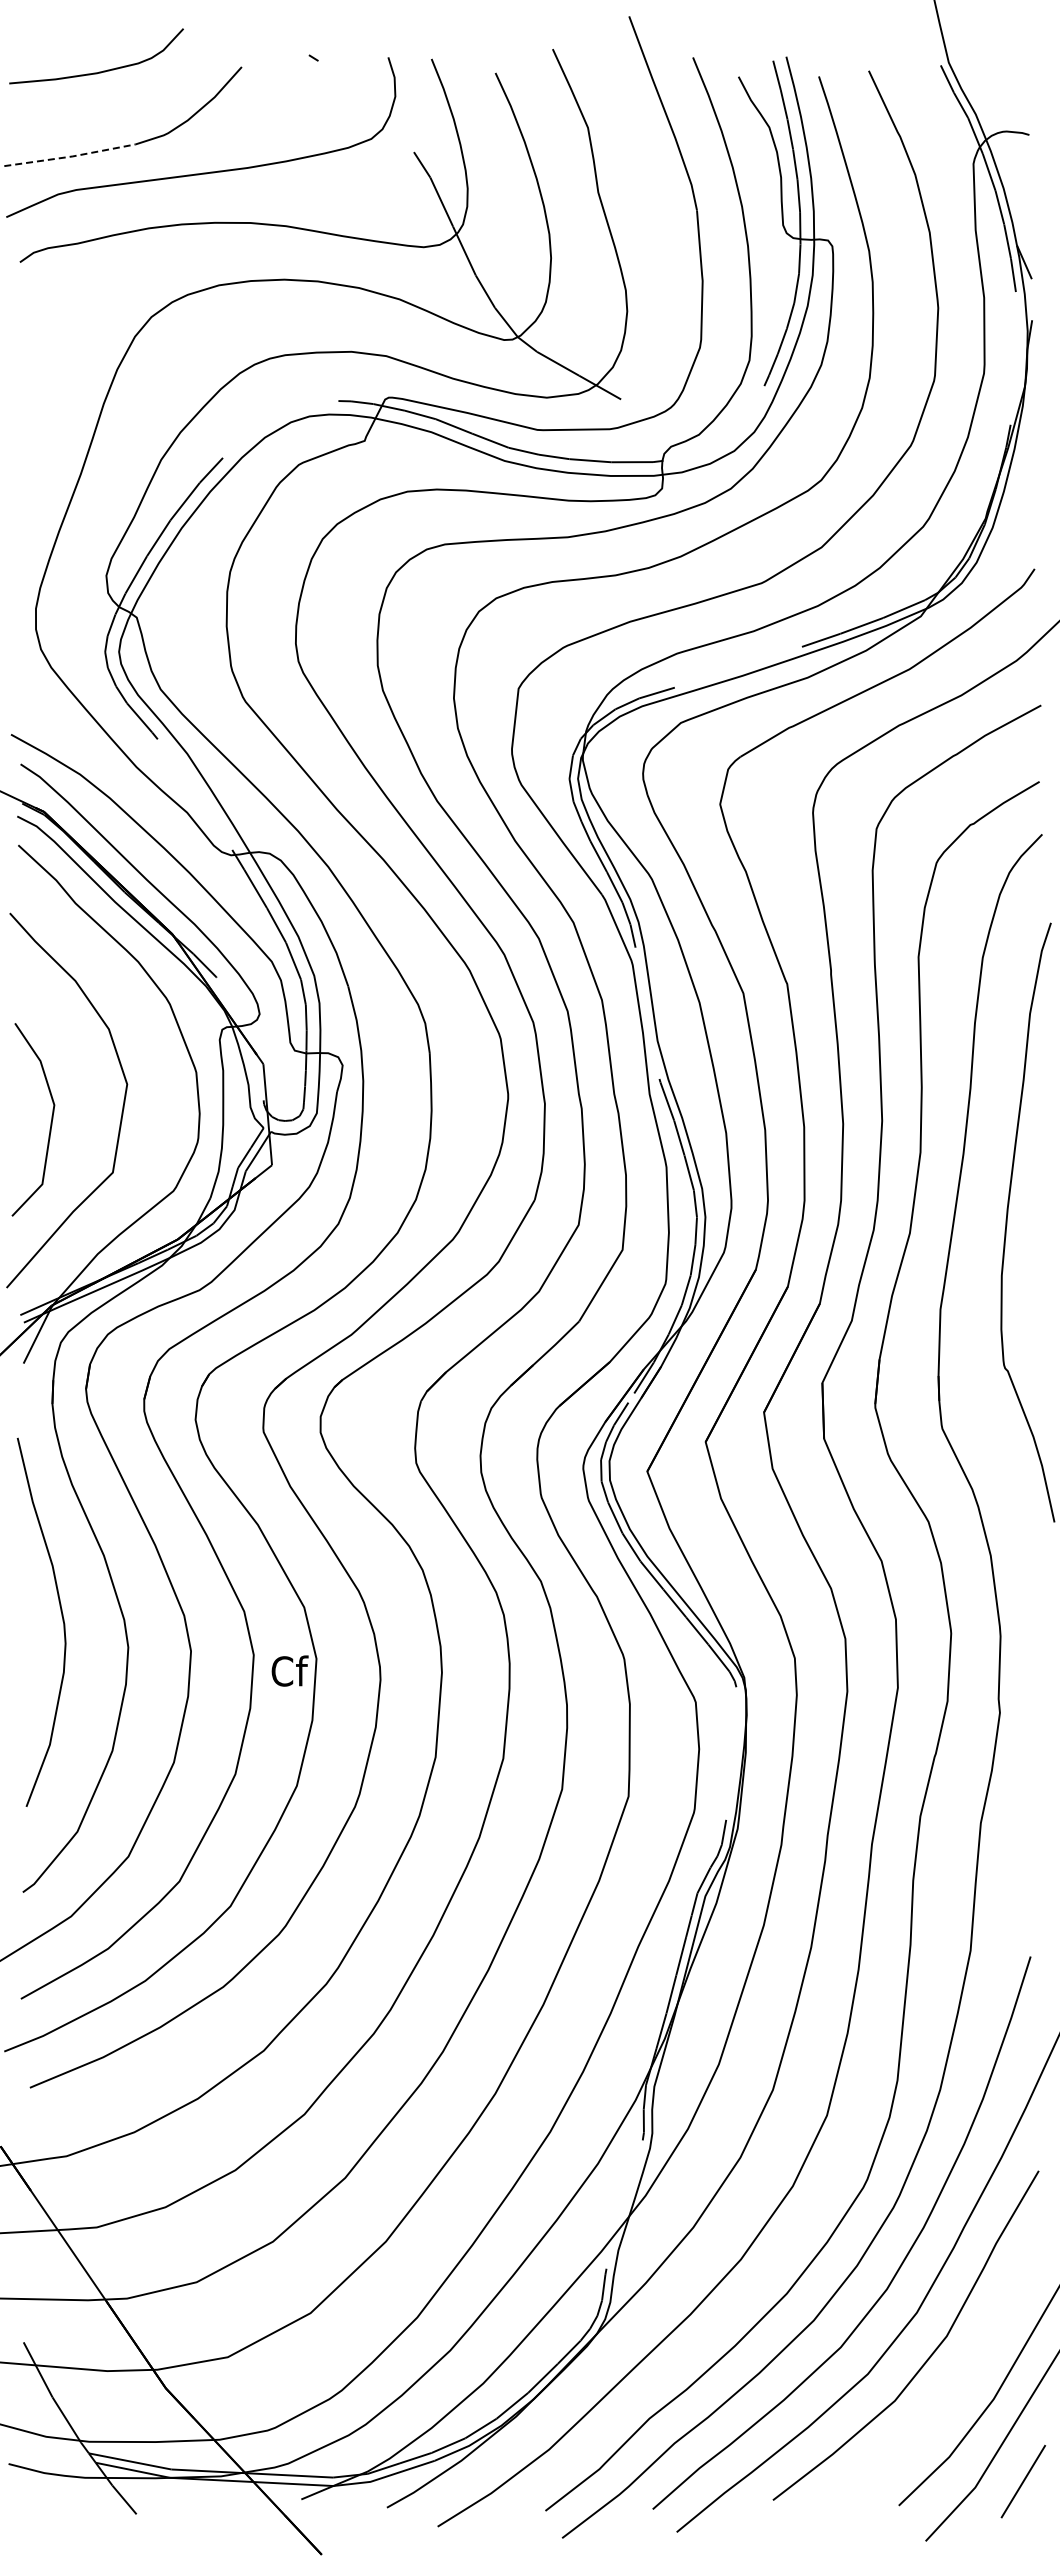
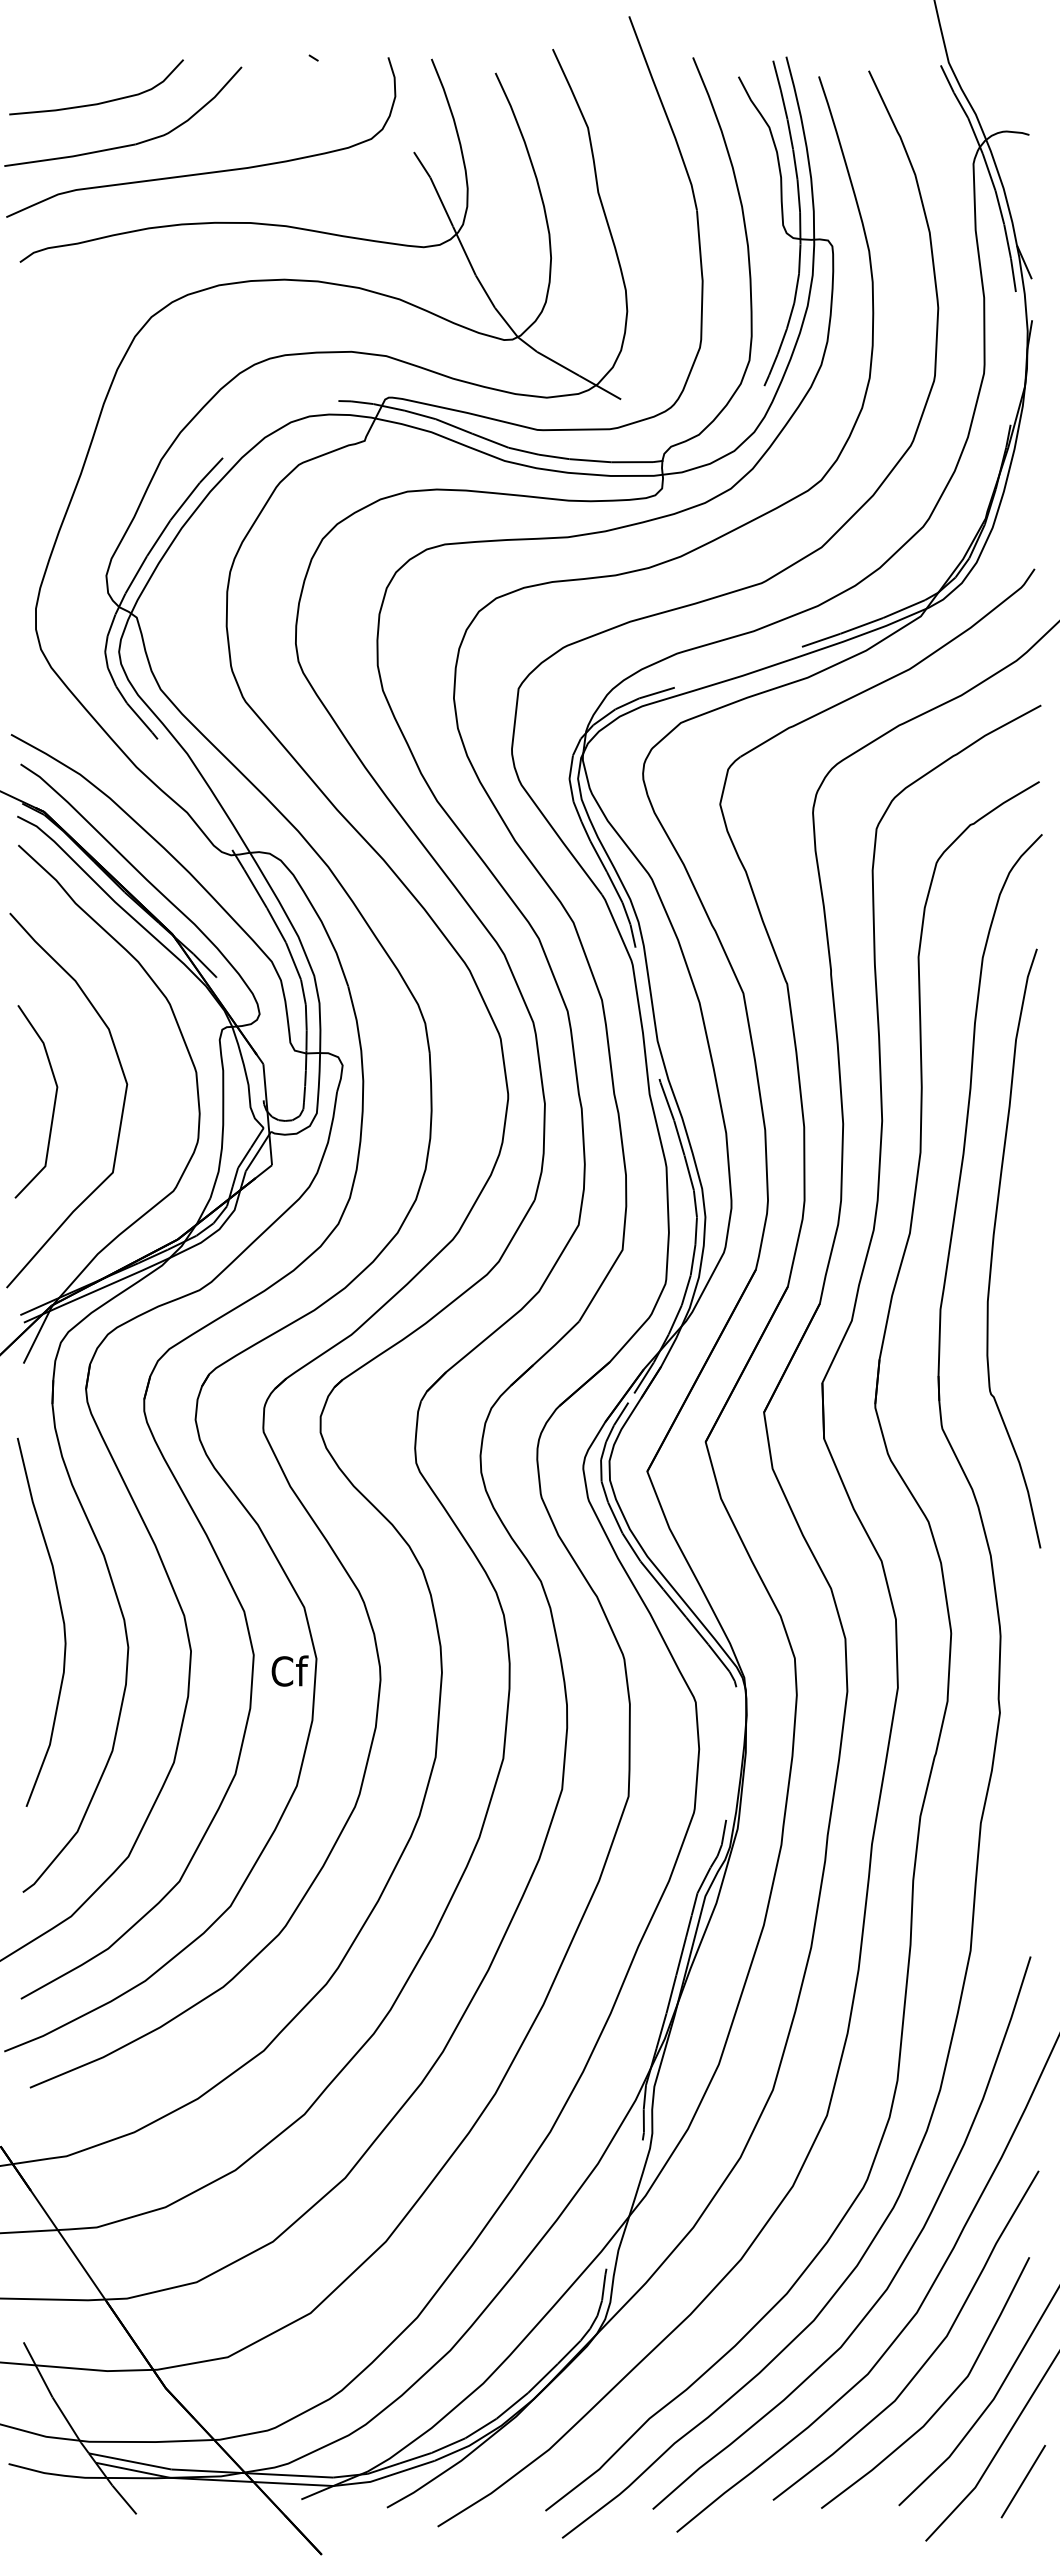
curve at (99, 71) position: (99, 71) -> (99, 102)
line at (70, 156): dashed -> solid
line at (50, 1122) position: (50, 1122) -> (53, 1104)
curve at (1007, 1222) position: (1007, 1222) -> (993, 1248)
curve at (946, 2398): none -> present
